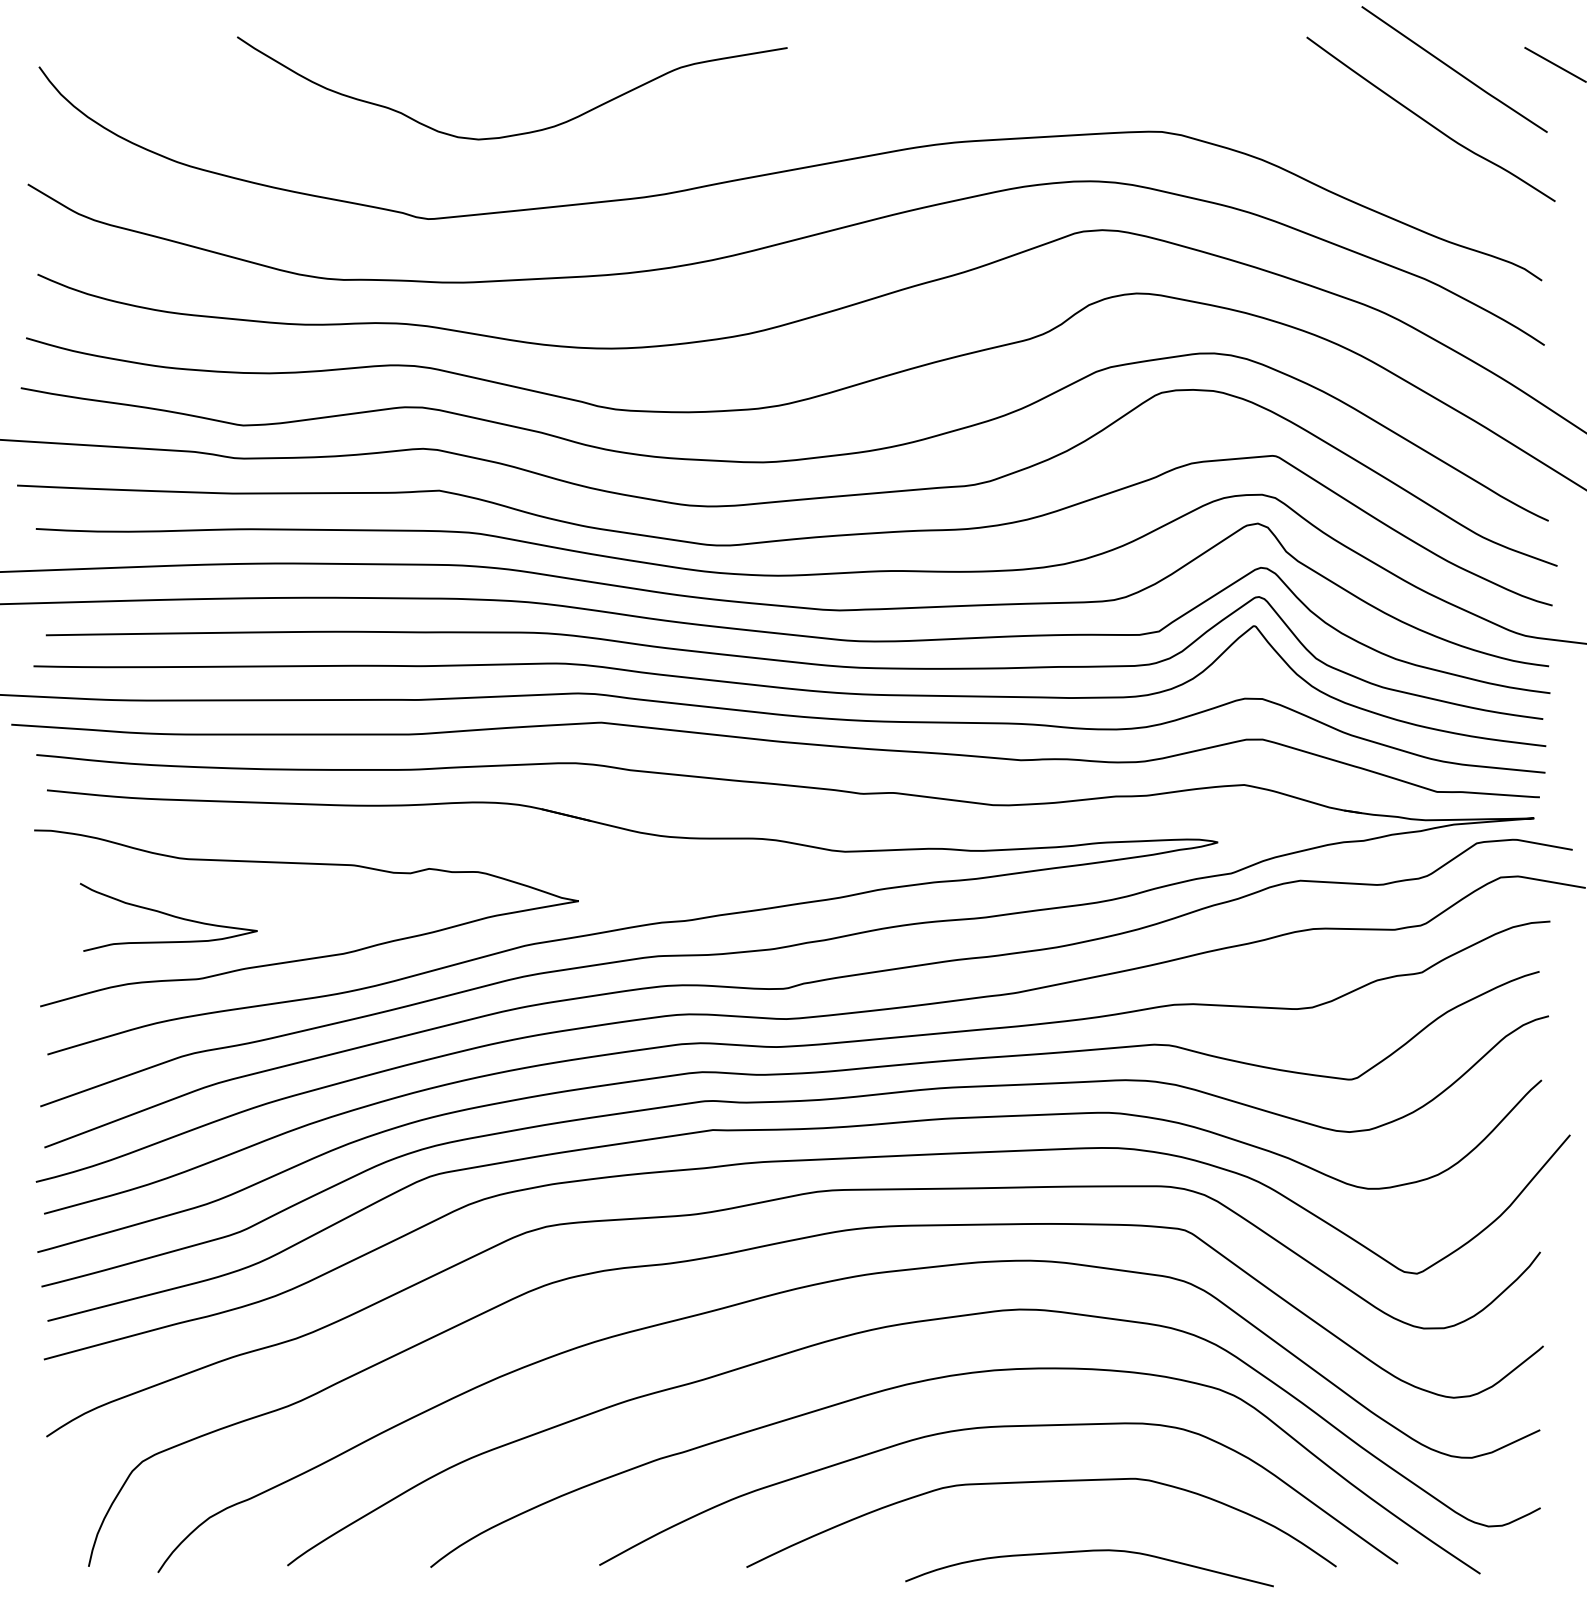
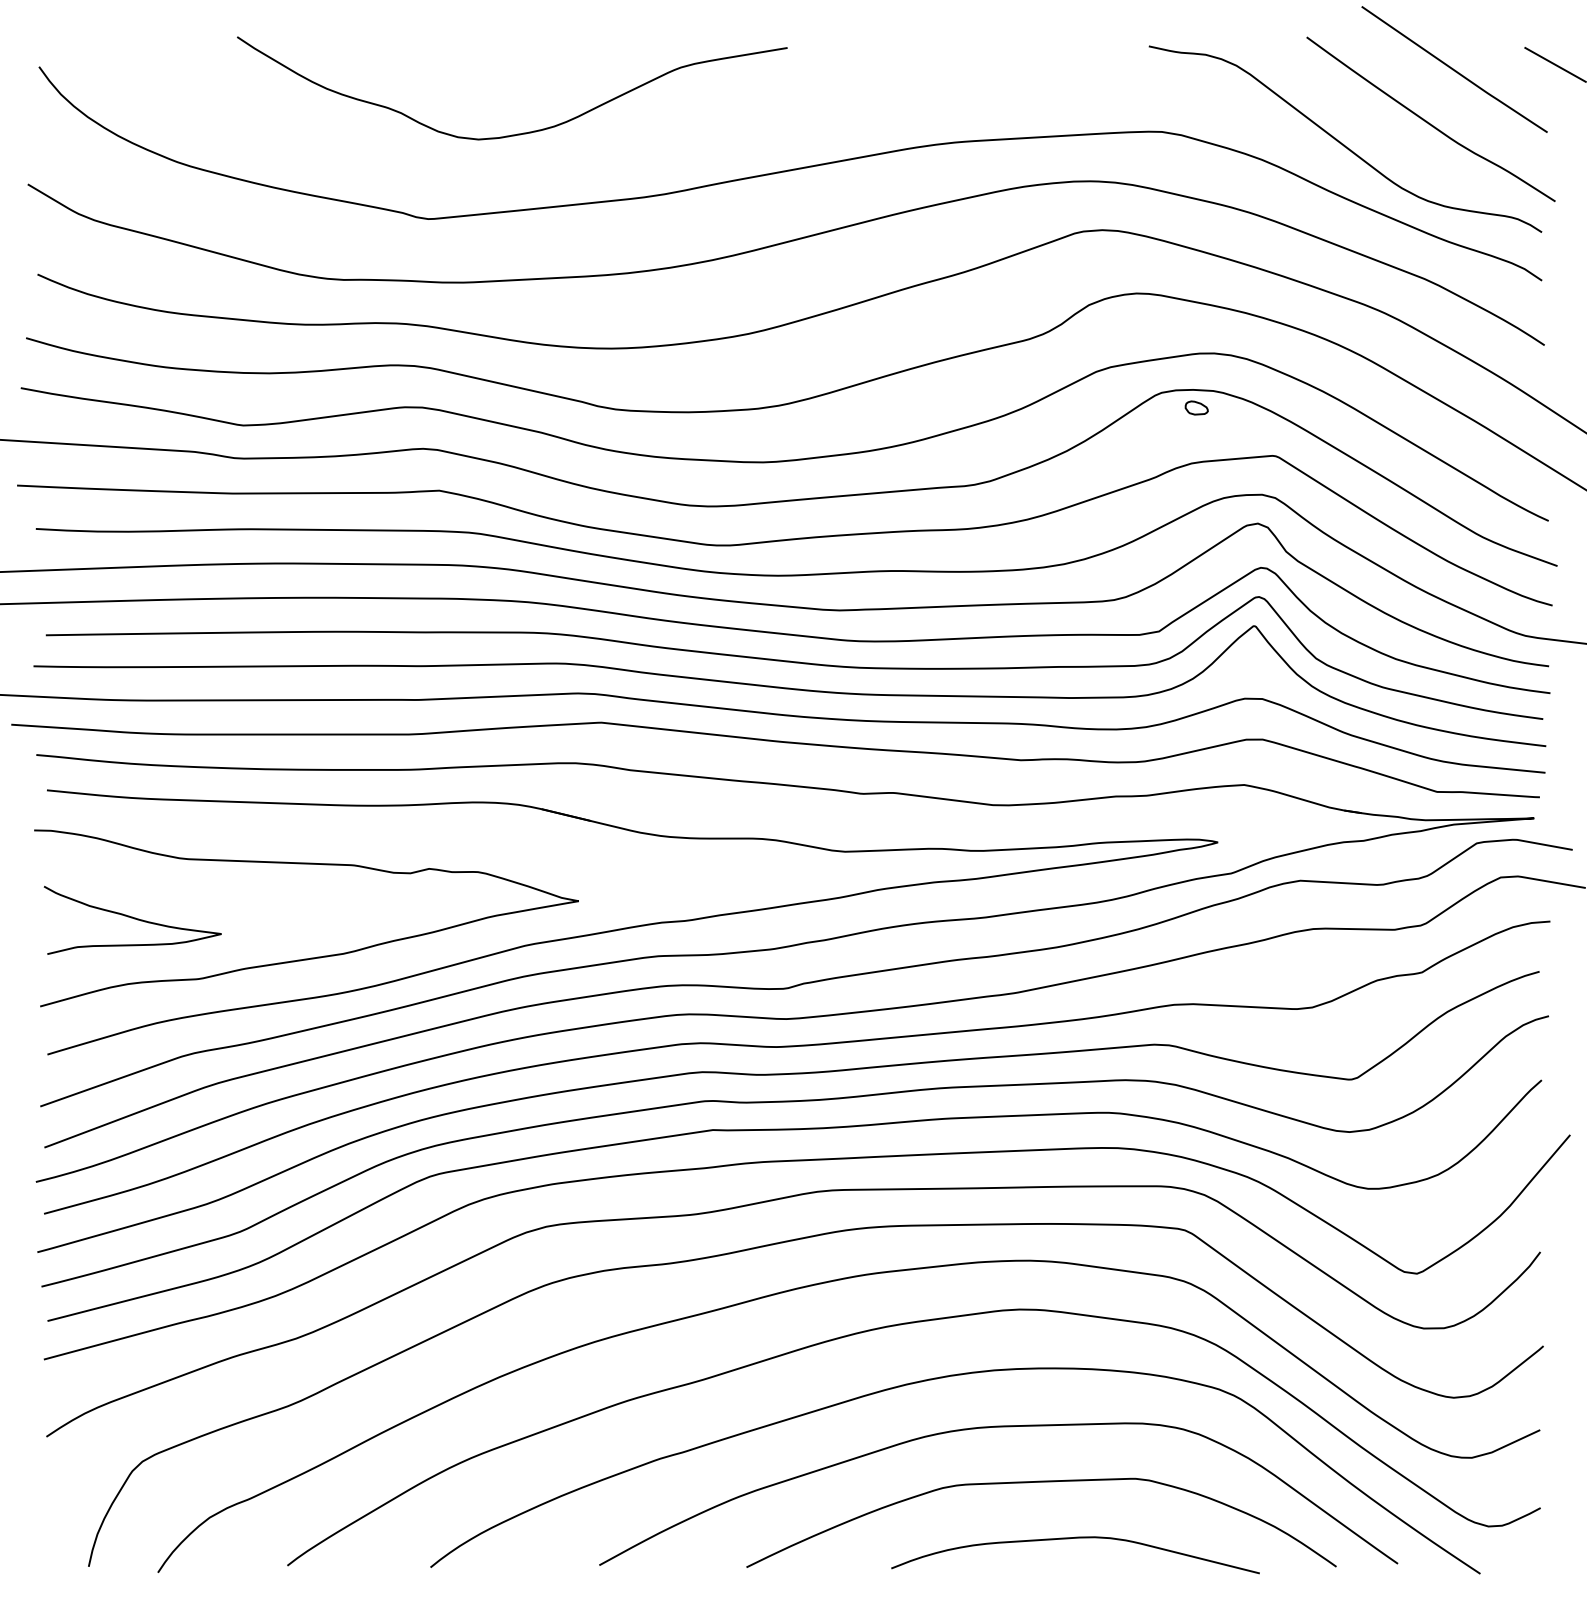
curve at (1341, 142): none -> present
part at (1196, 407): none -> present
curve at (168, 915) position: (168, 915) -> (132, 918)
curve at (1089, 1551) position: (1089, 1551) -> (1075, 1538)
